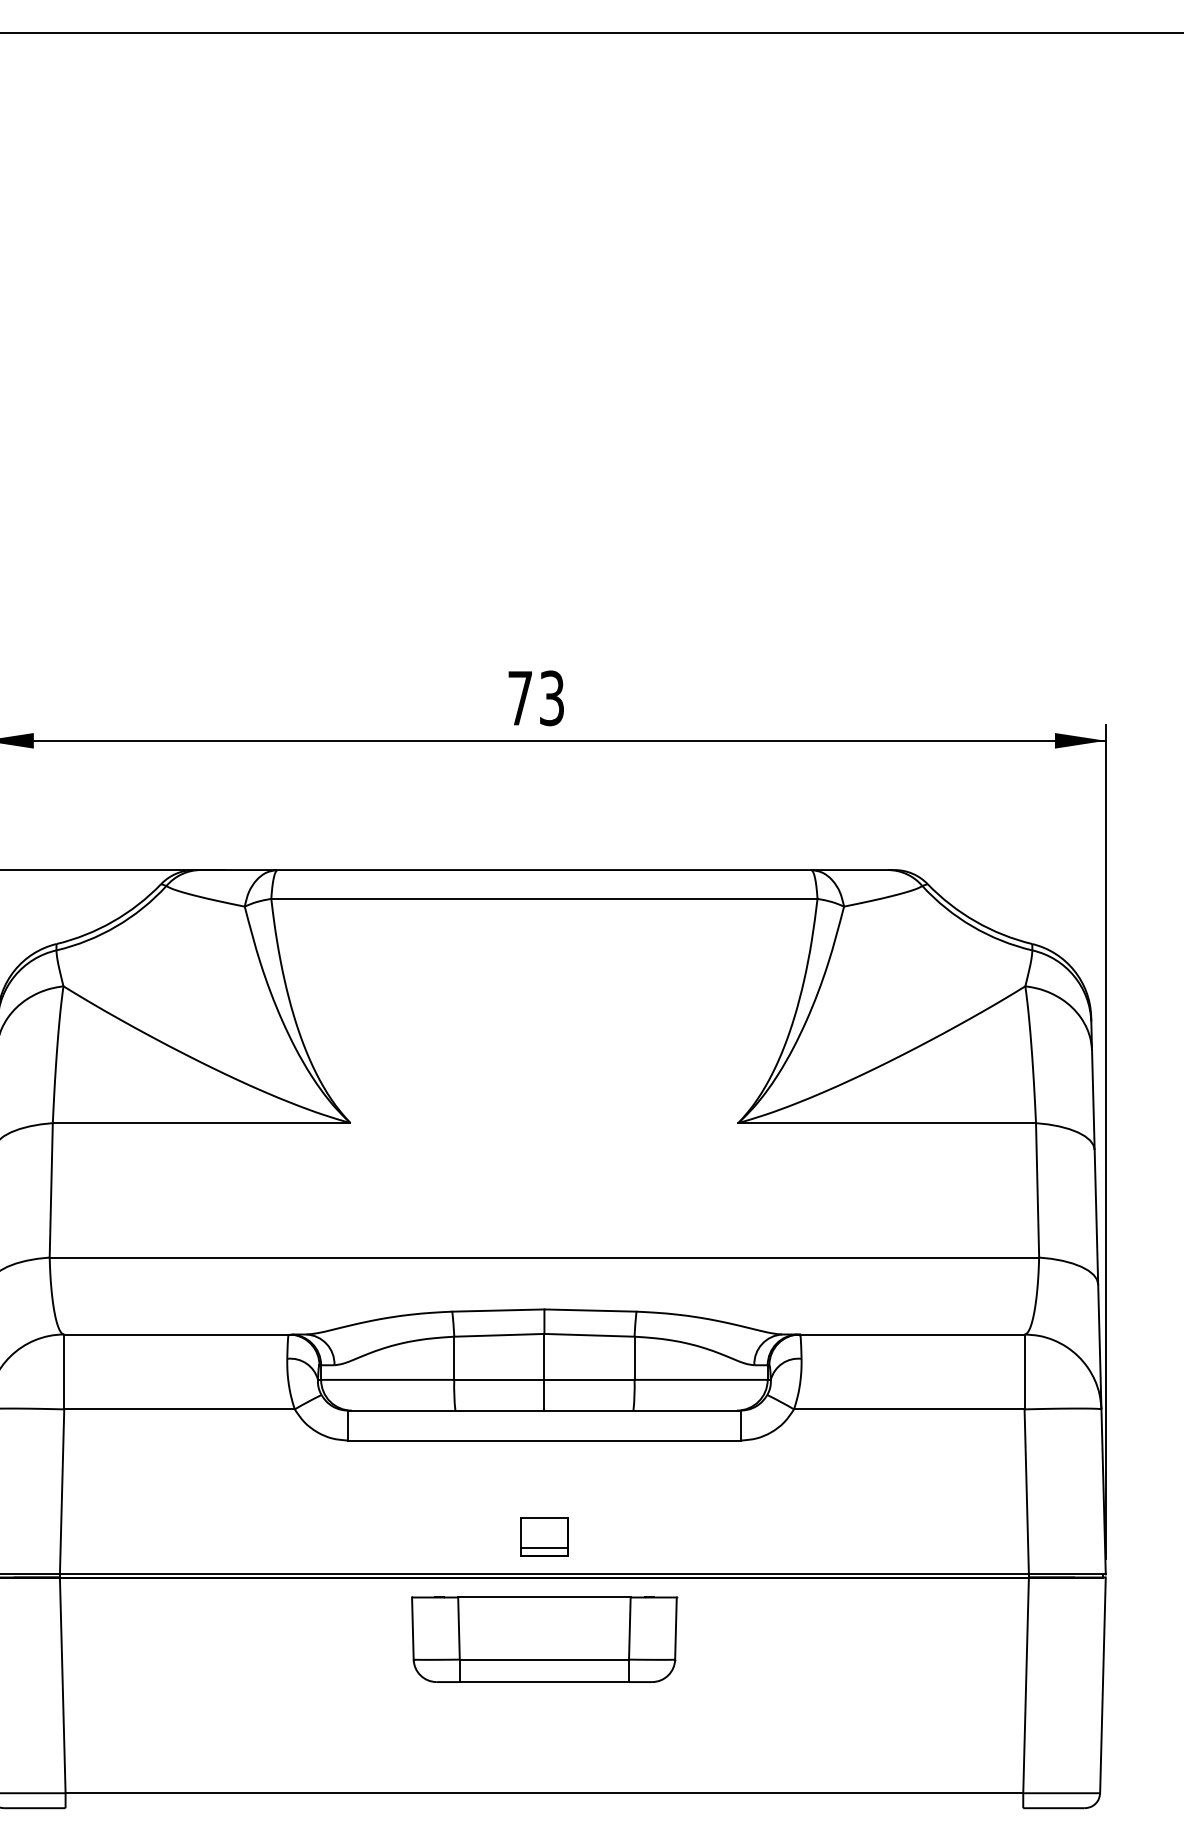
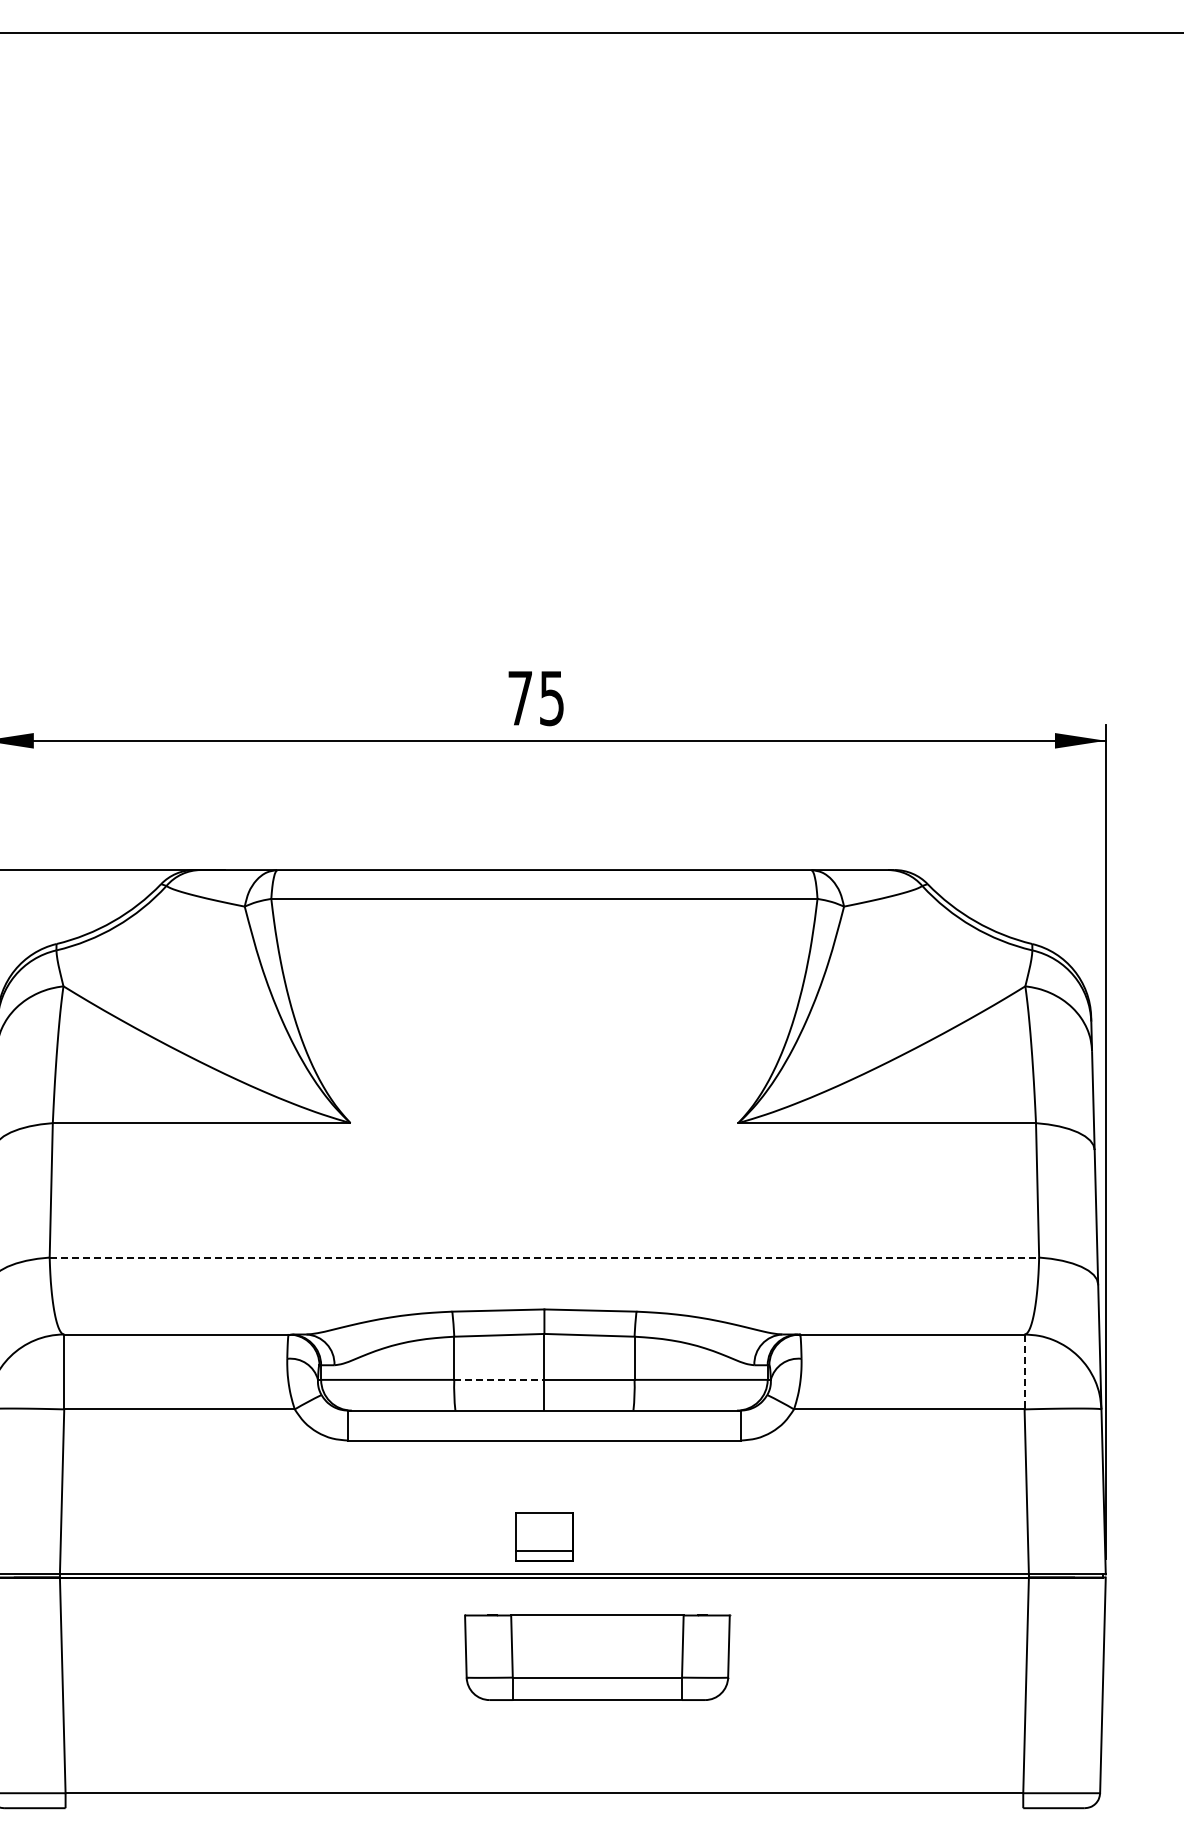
text at (551, 697): 73 -> 75
line at (544, 1257): solid -> dashed
line at (1024, 1372): solid -> dashed
line at (499, 1379): solid -> dashed
part at (544, 1536) size: 49x40 px -> 59x50 px
part at (544, 1639) position: (544, 1639) -> (597, 1657)
